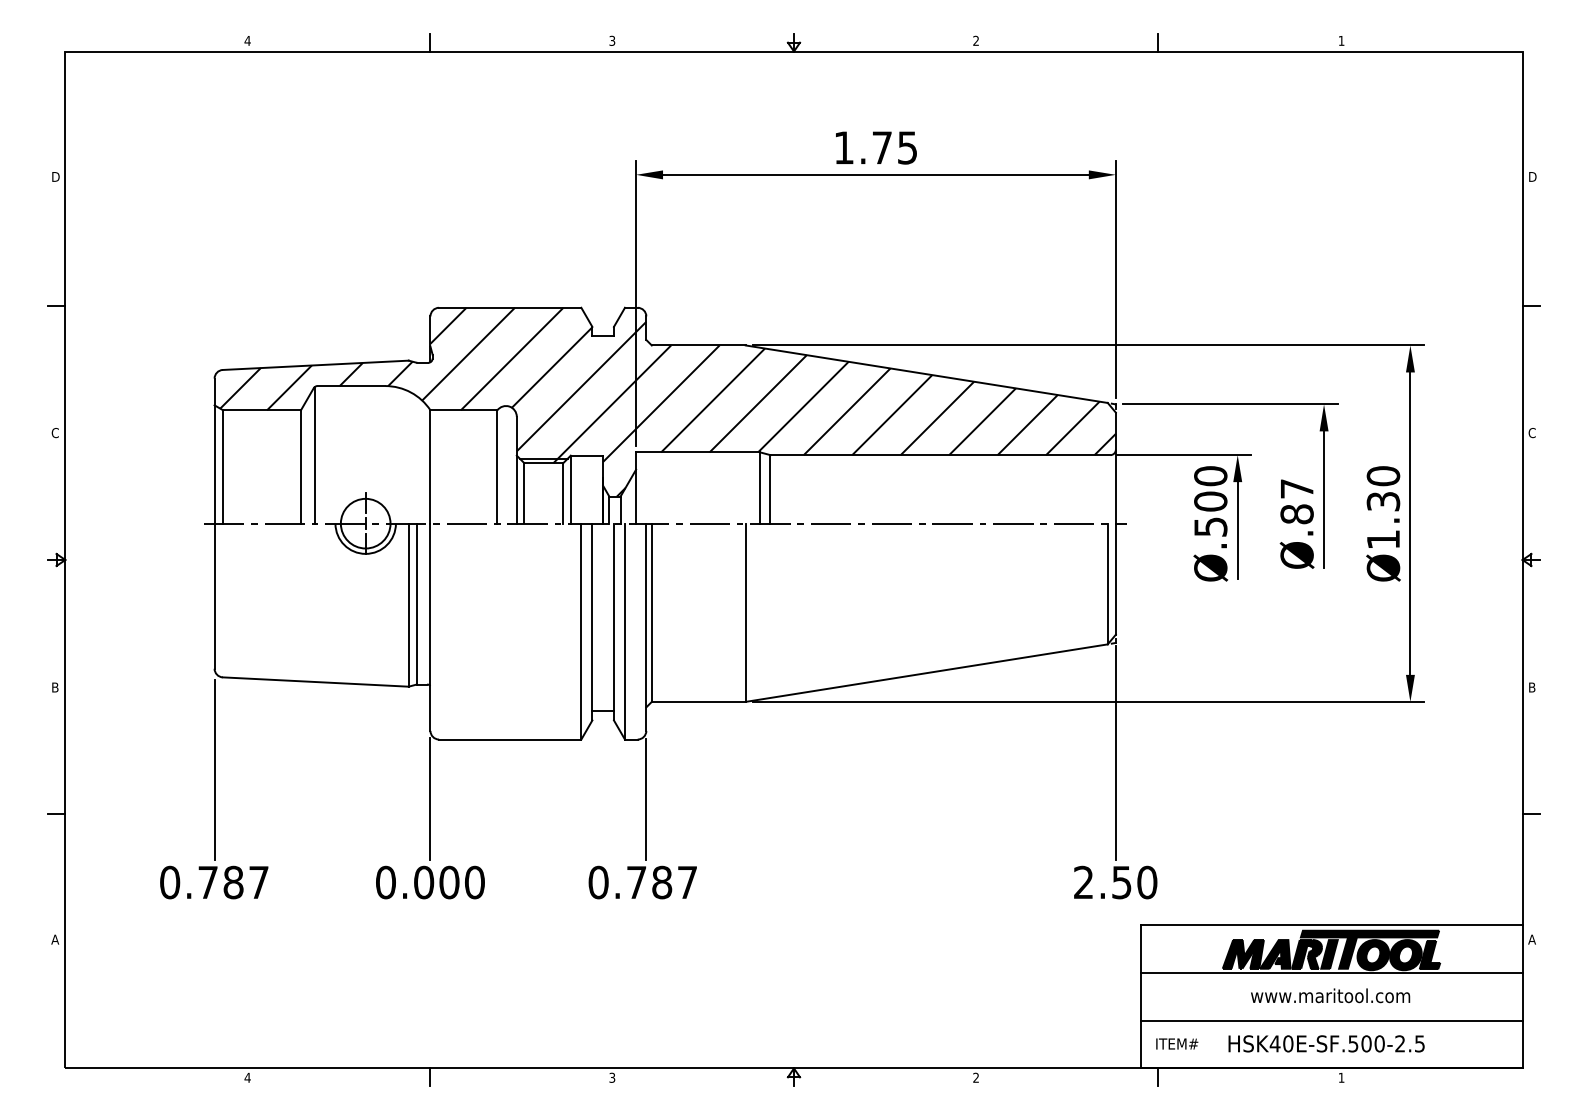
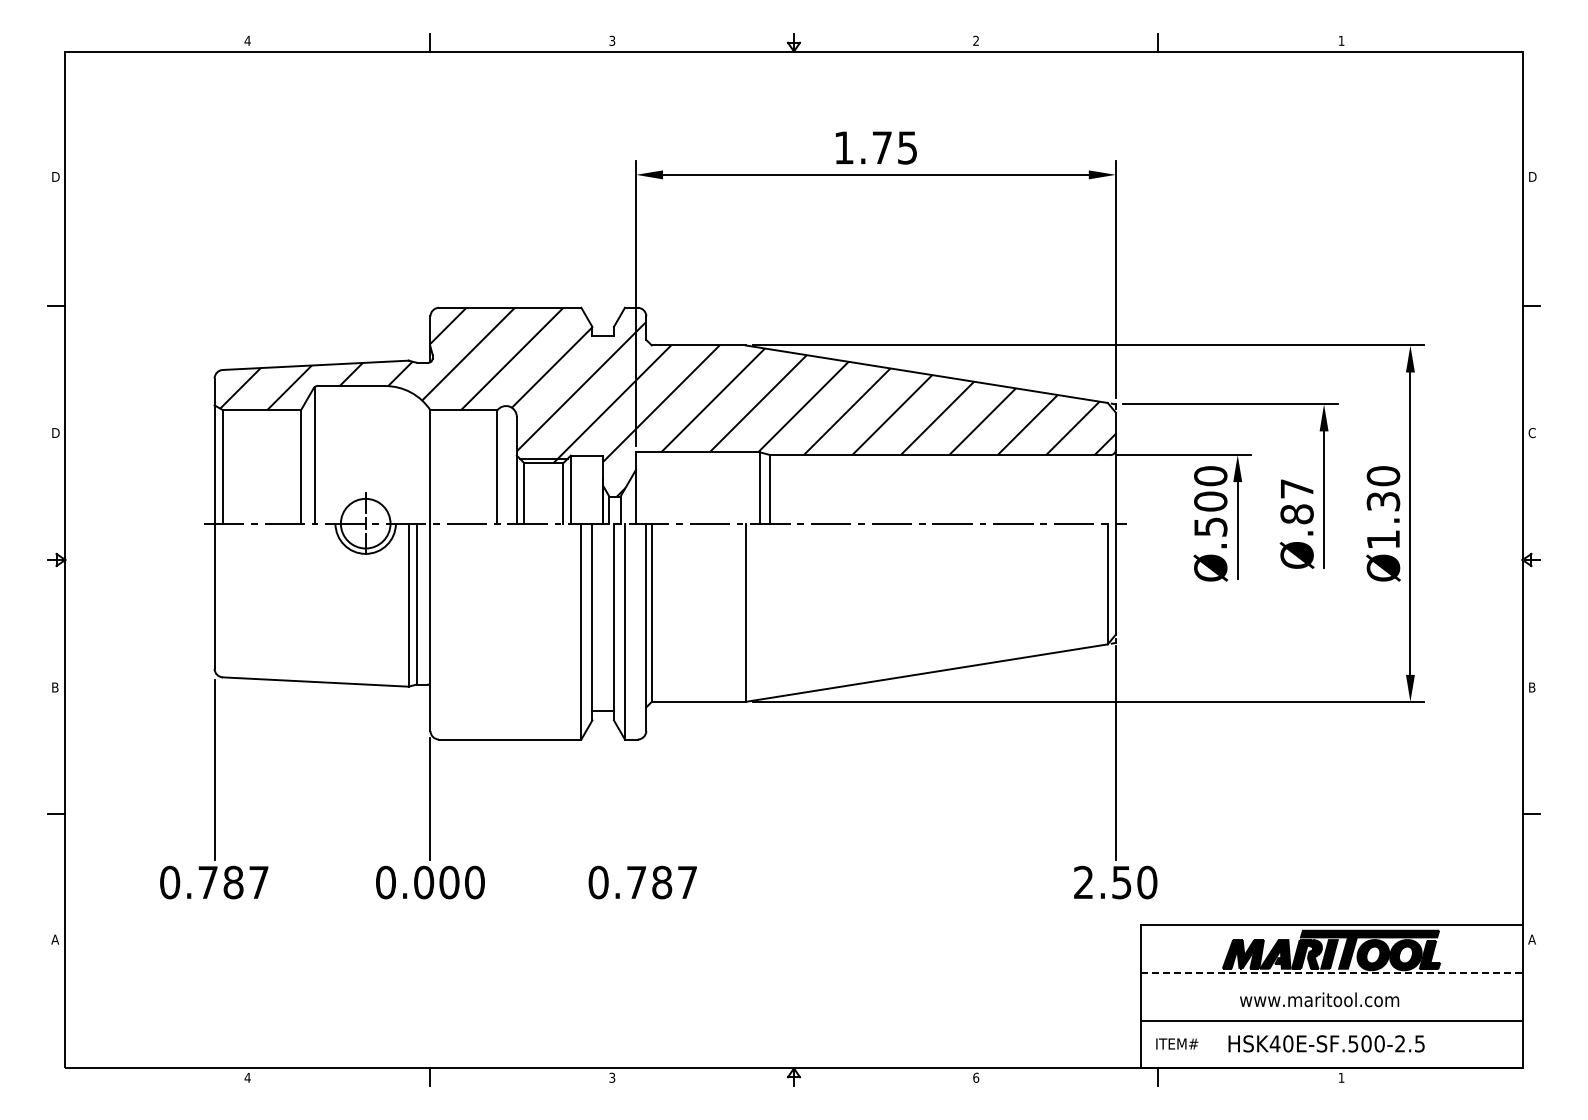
text at (55, 433): C -> D
line at (646, 798): present -> none
line at (1332, 973): solid -> dashed
text at (1330, 995) position: (1330, 995) -> (1319, 999)
text at (976, 1077): 2 -> 6
